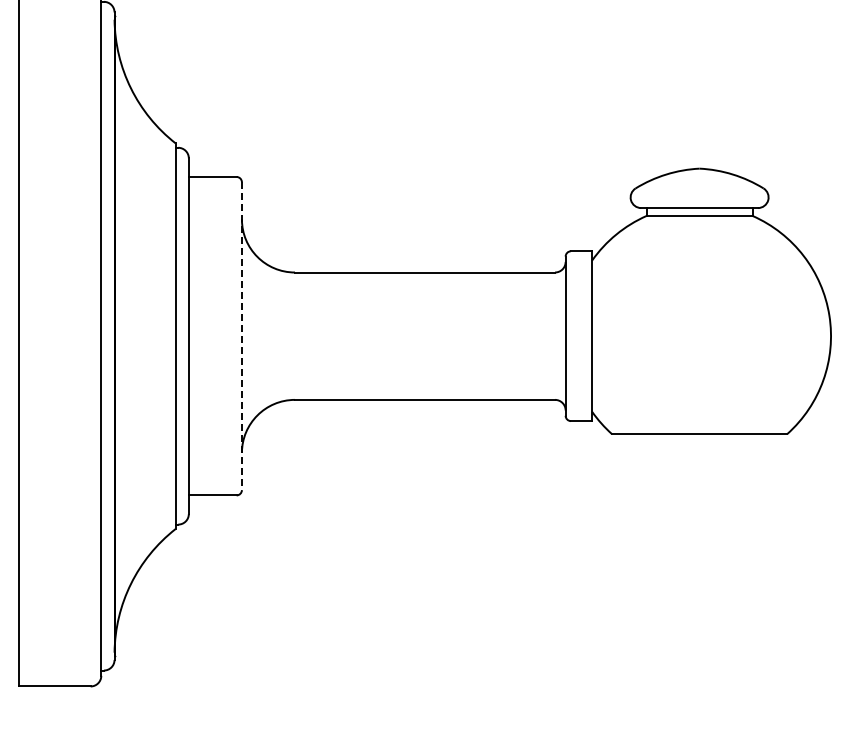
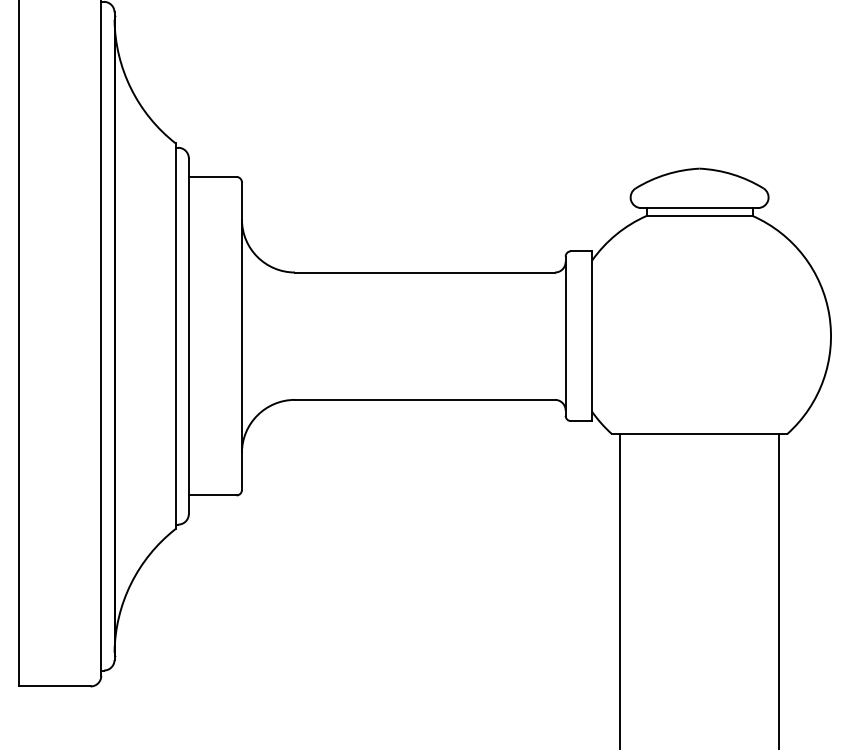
line at (241, 336): dashed -> solid
line at (620, 590): none -> present
line at (779, 590): none -> present
